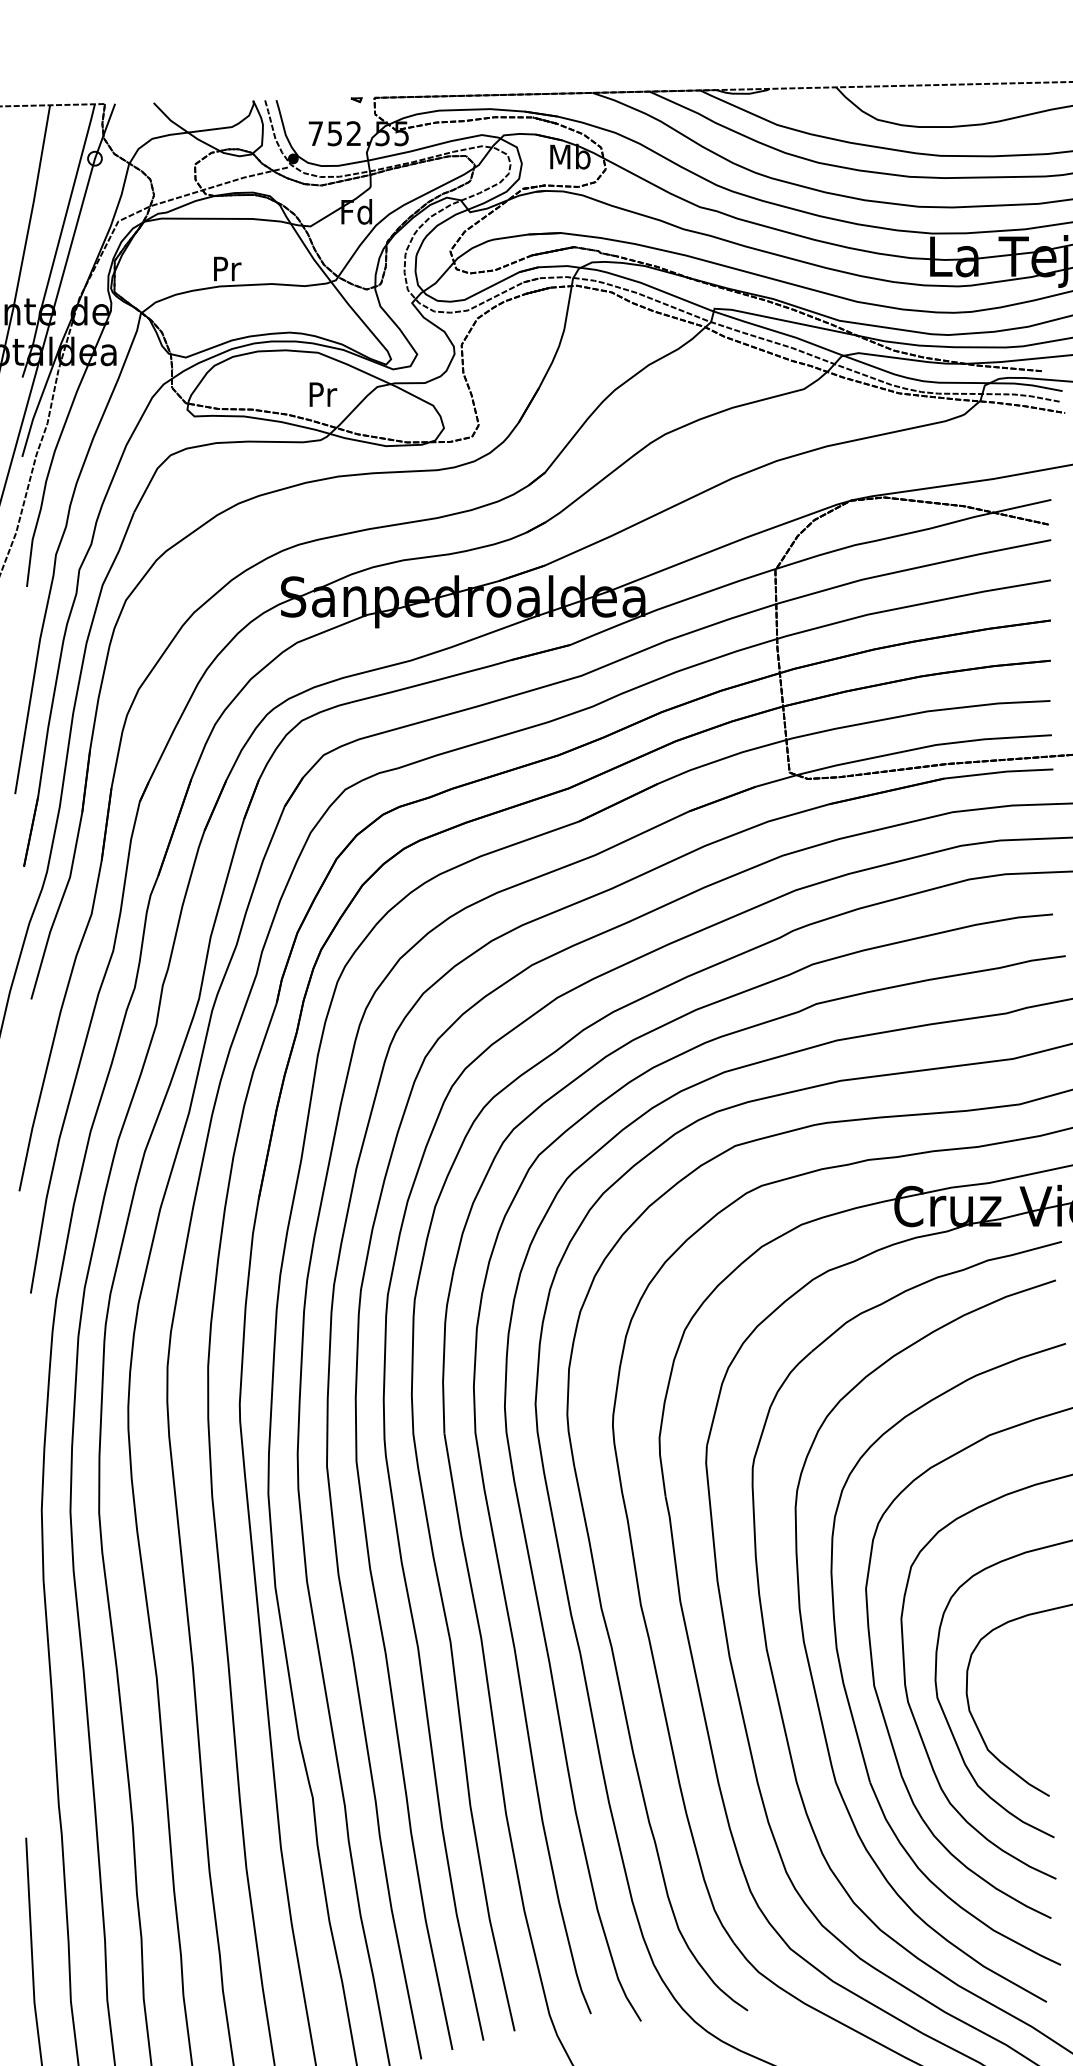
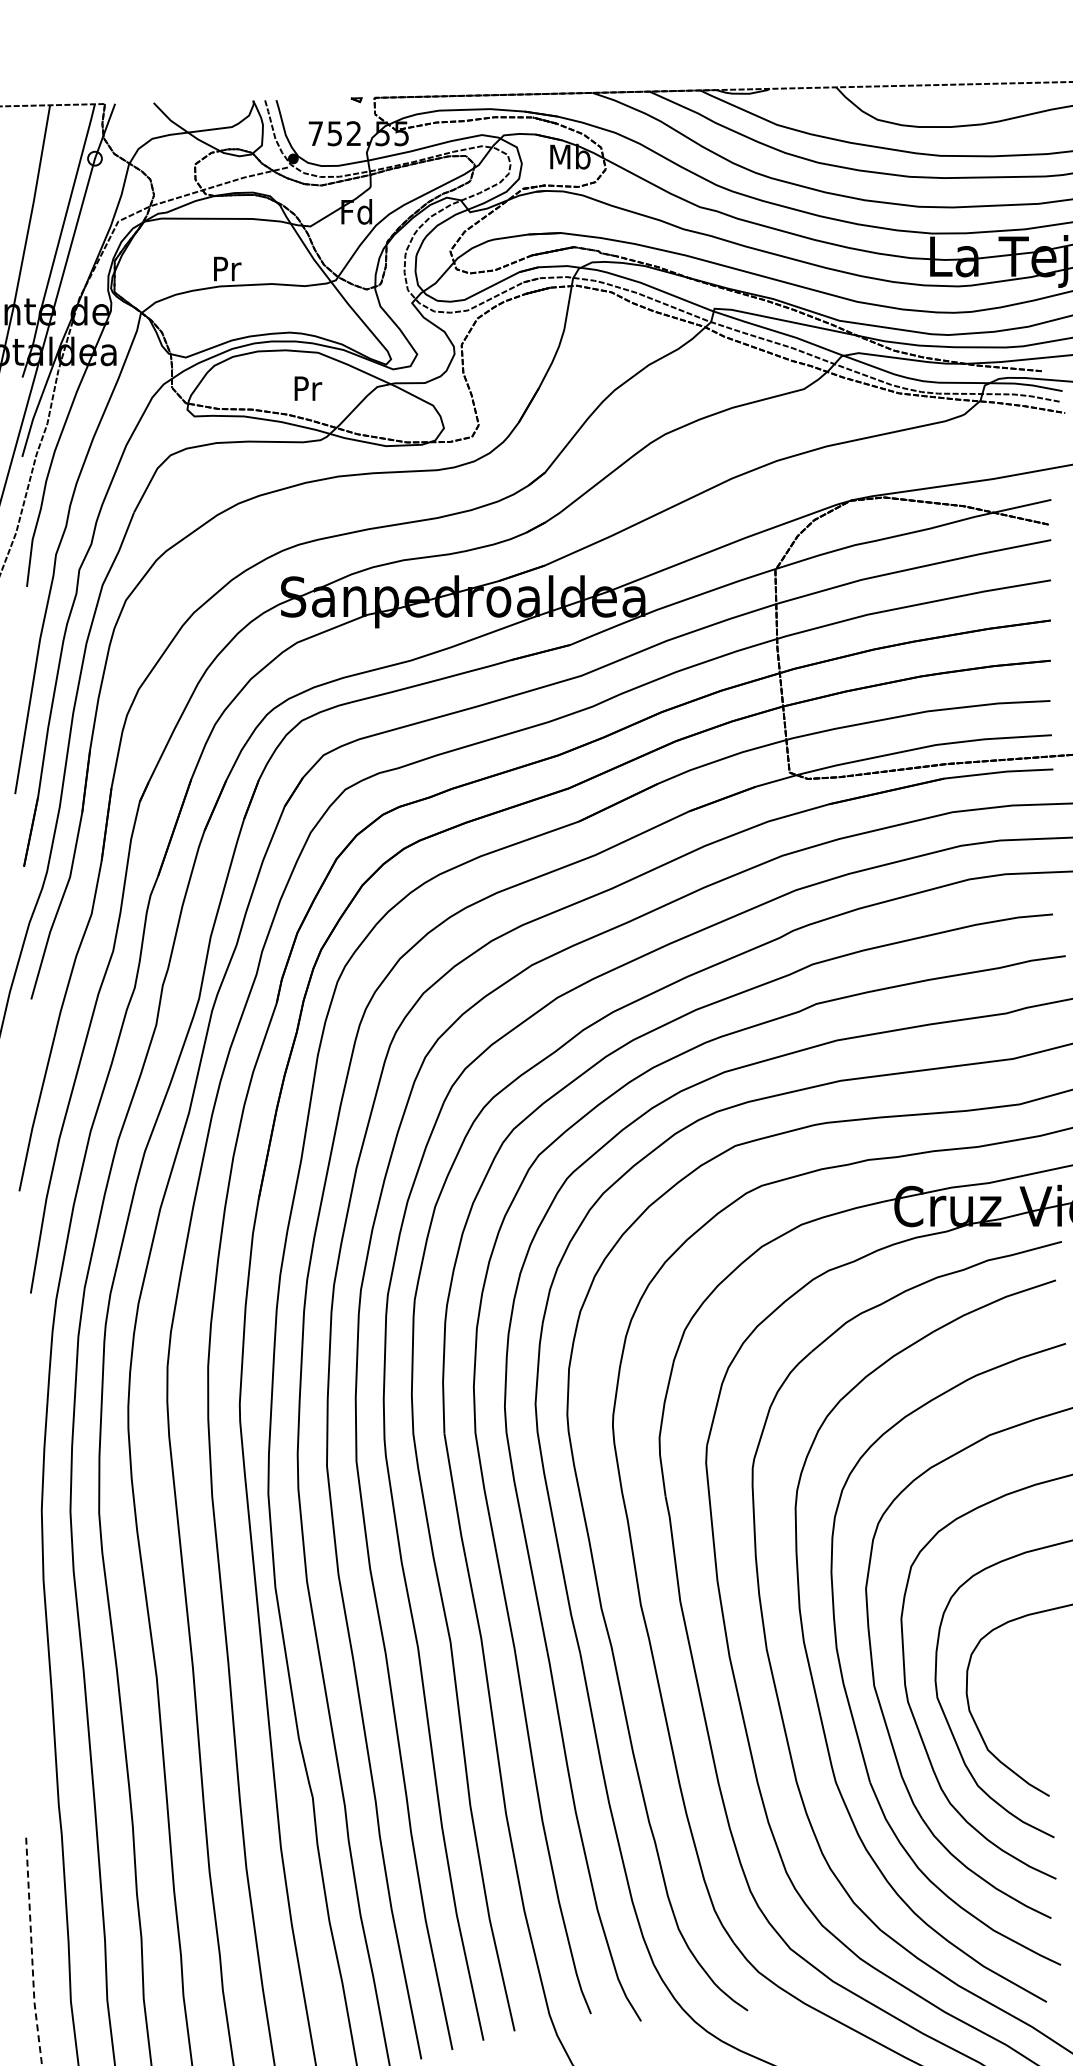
text at (323, 394) position: (323, 394) -> (308, 388)
line at (31, 1951): solid -> dashed
